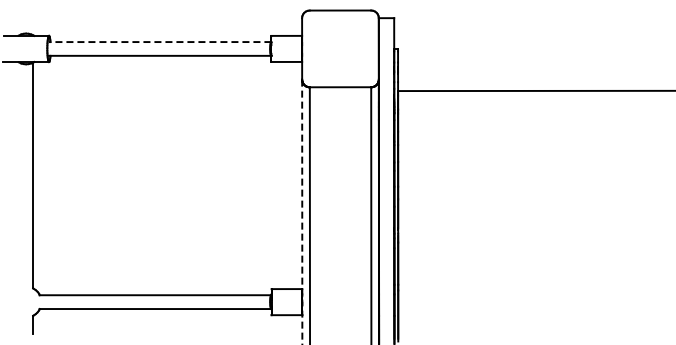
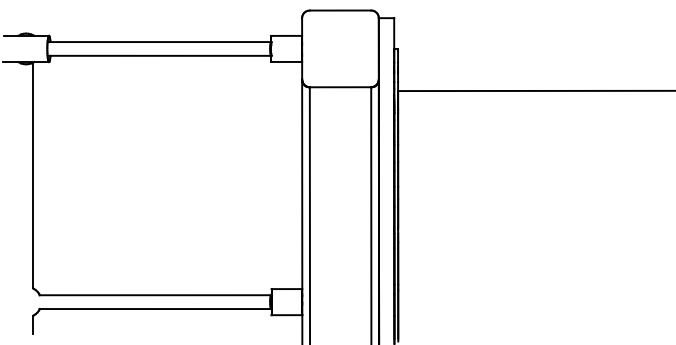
line at (159, 42): dashed -> solid
line at (302, 212): dashed -> solid
